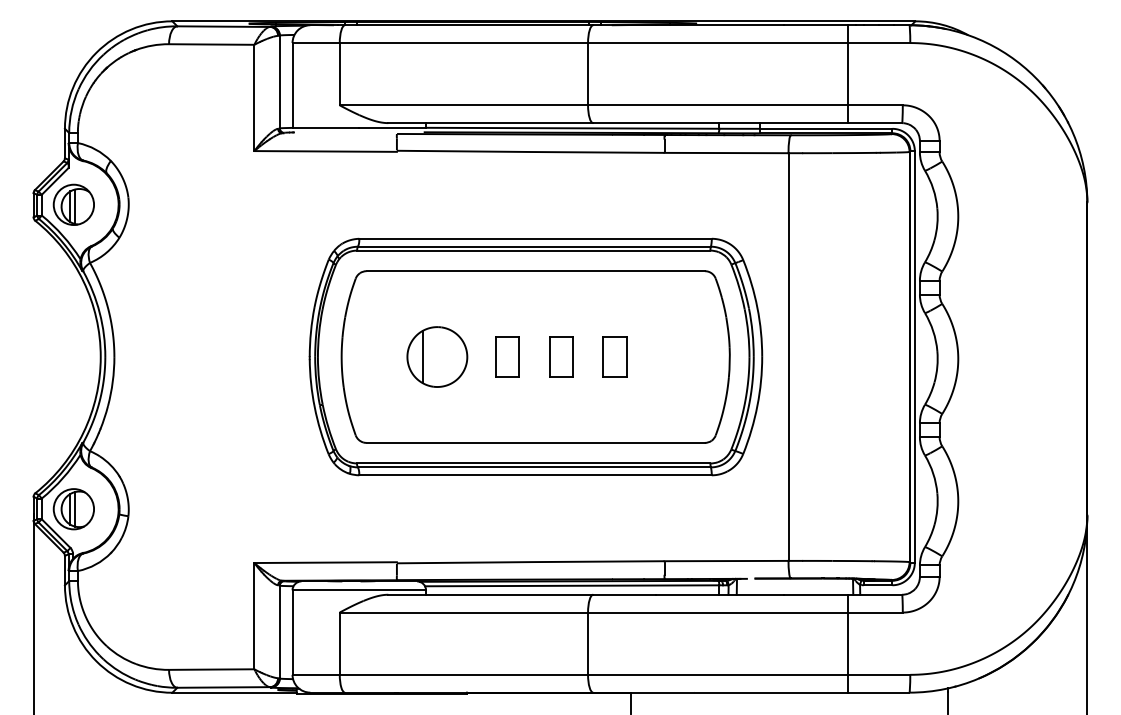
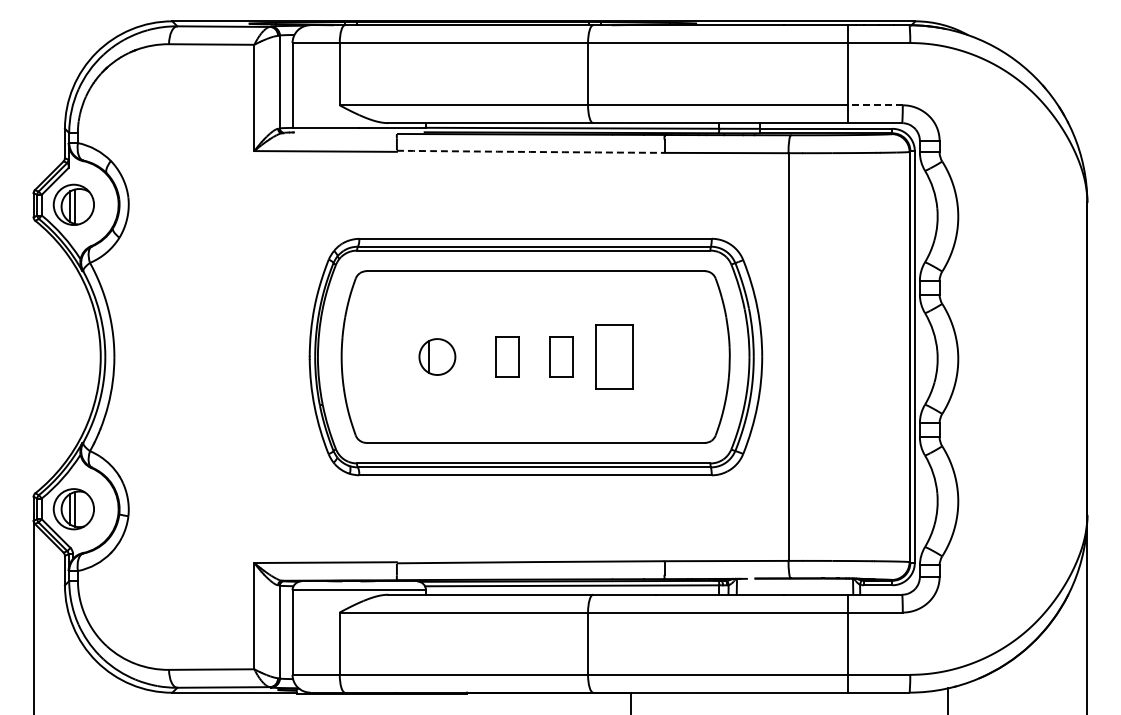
line at (875, 105): solid -> dashed
arc at (530, 151): solid -> dashed
part at (437, 356) size: 63x62 px -> 39x38 px
part at (614, 356) size: 26x42 px -> 39x66 px
